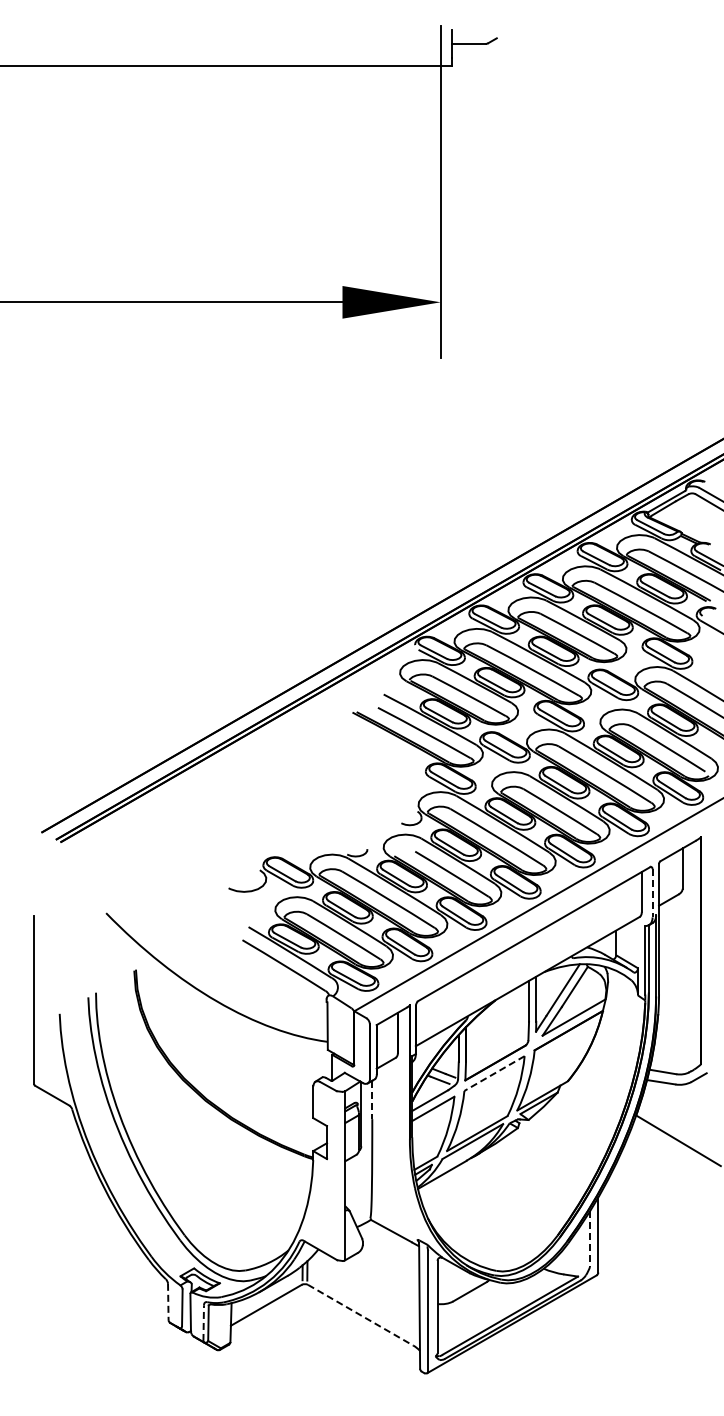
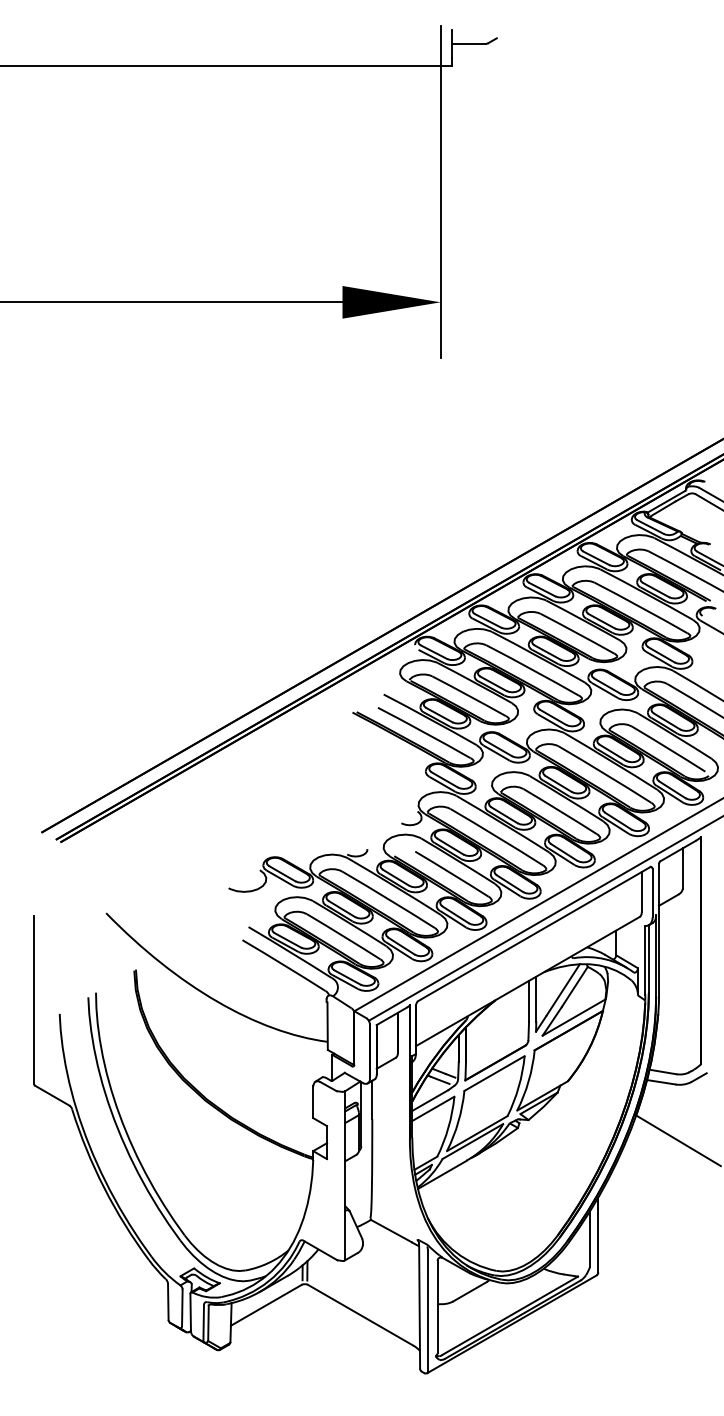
line at (652, 893): dashed -> solid
line at (544, 918): none -> present
line at (494, 1073): dashed -> solid
line at (372, 1100): dashed -> solid
line at (590, 1239): dashed -> solid
line at (168, 1302): dashed -> solid
line at (360, 1315): dashed -> solid
line at (203, 1323): dashed -> solid
